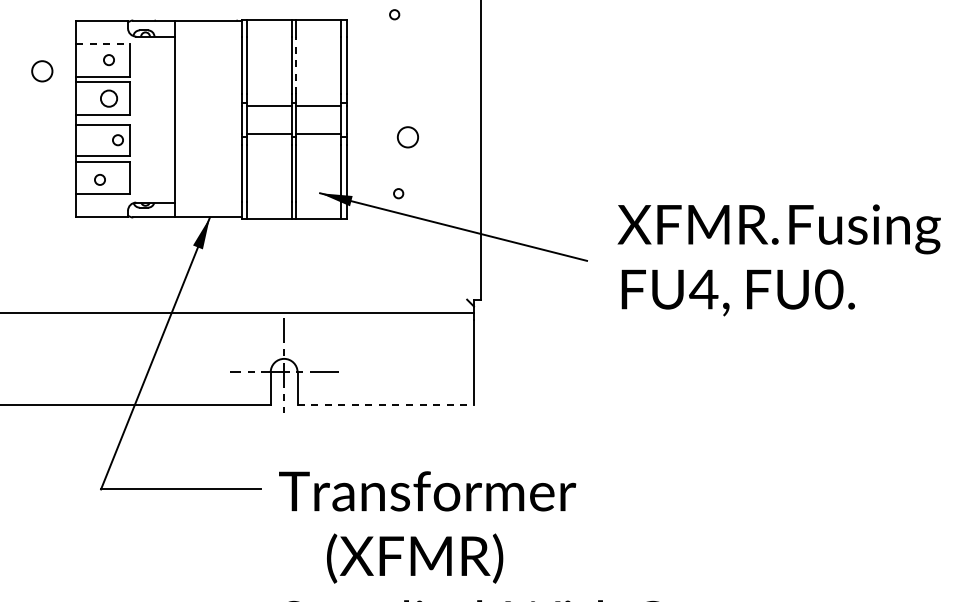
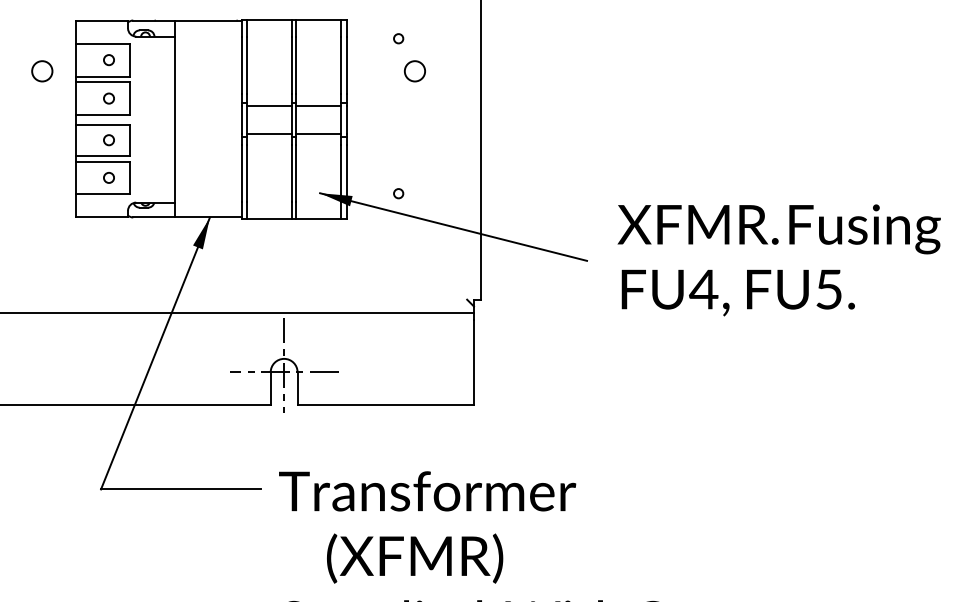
circle at (394, 14) position: (394, 14) -> (398, 38)
line at (103, 43): dashed -> solid
line at (296, 65): dashed -> solid
circle at (108, 98) size: 18x19 px -> 12x13 px
circle at (407, 137) position: (407, 137) -> (414, 71)
circle at (117, 140) position: (117, 140) -> (108, 140)
circle at (99, 179) position: (99, 179) -> (108, 177)
text at (829, 289): FU0. -> FU5.
line at (386, 405): dashed -> solid
